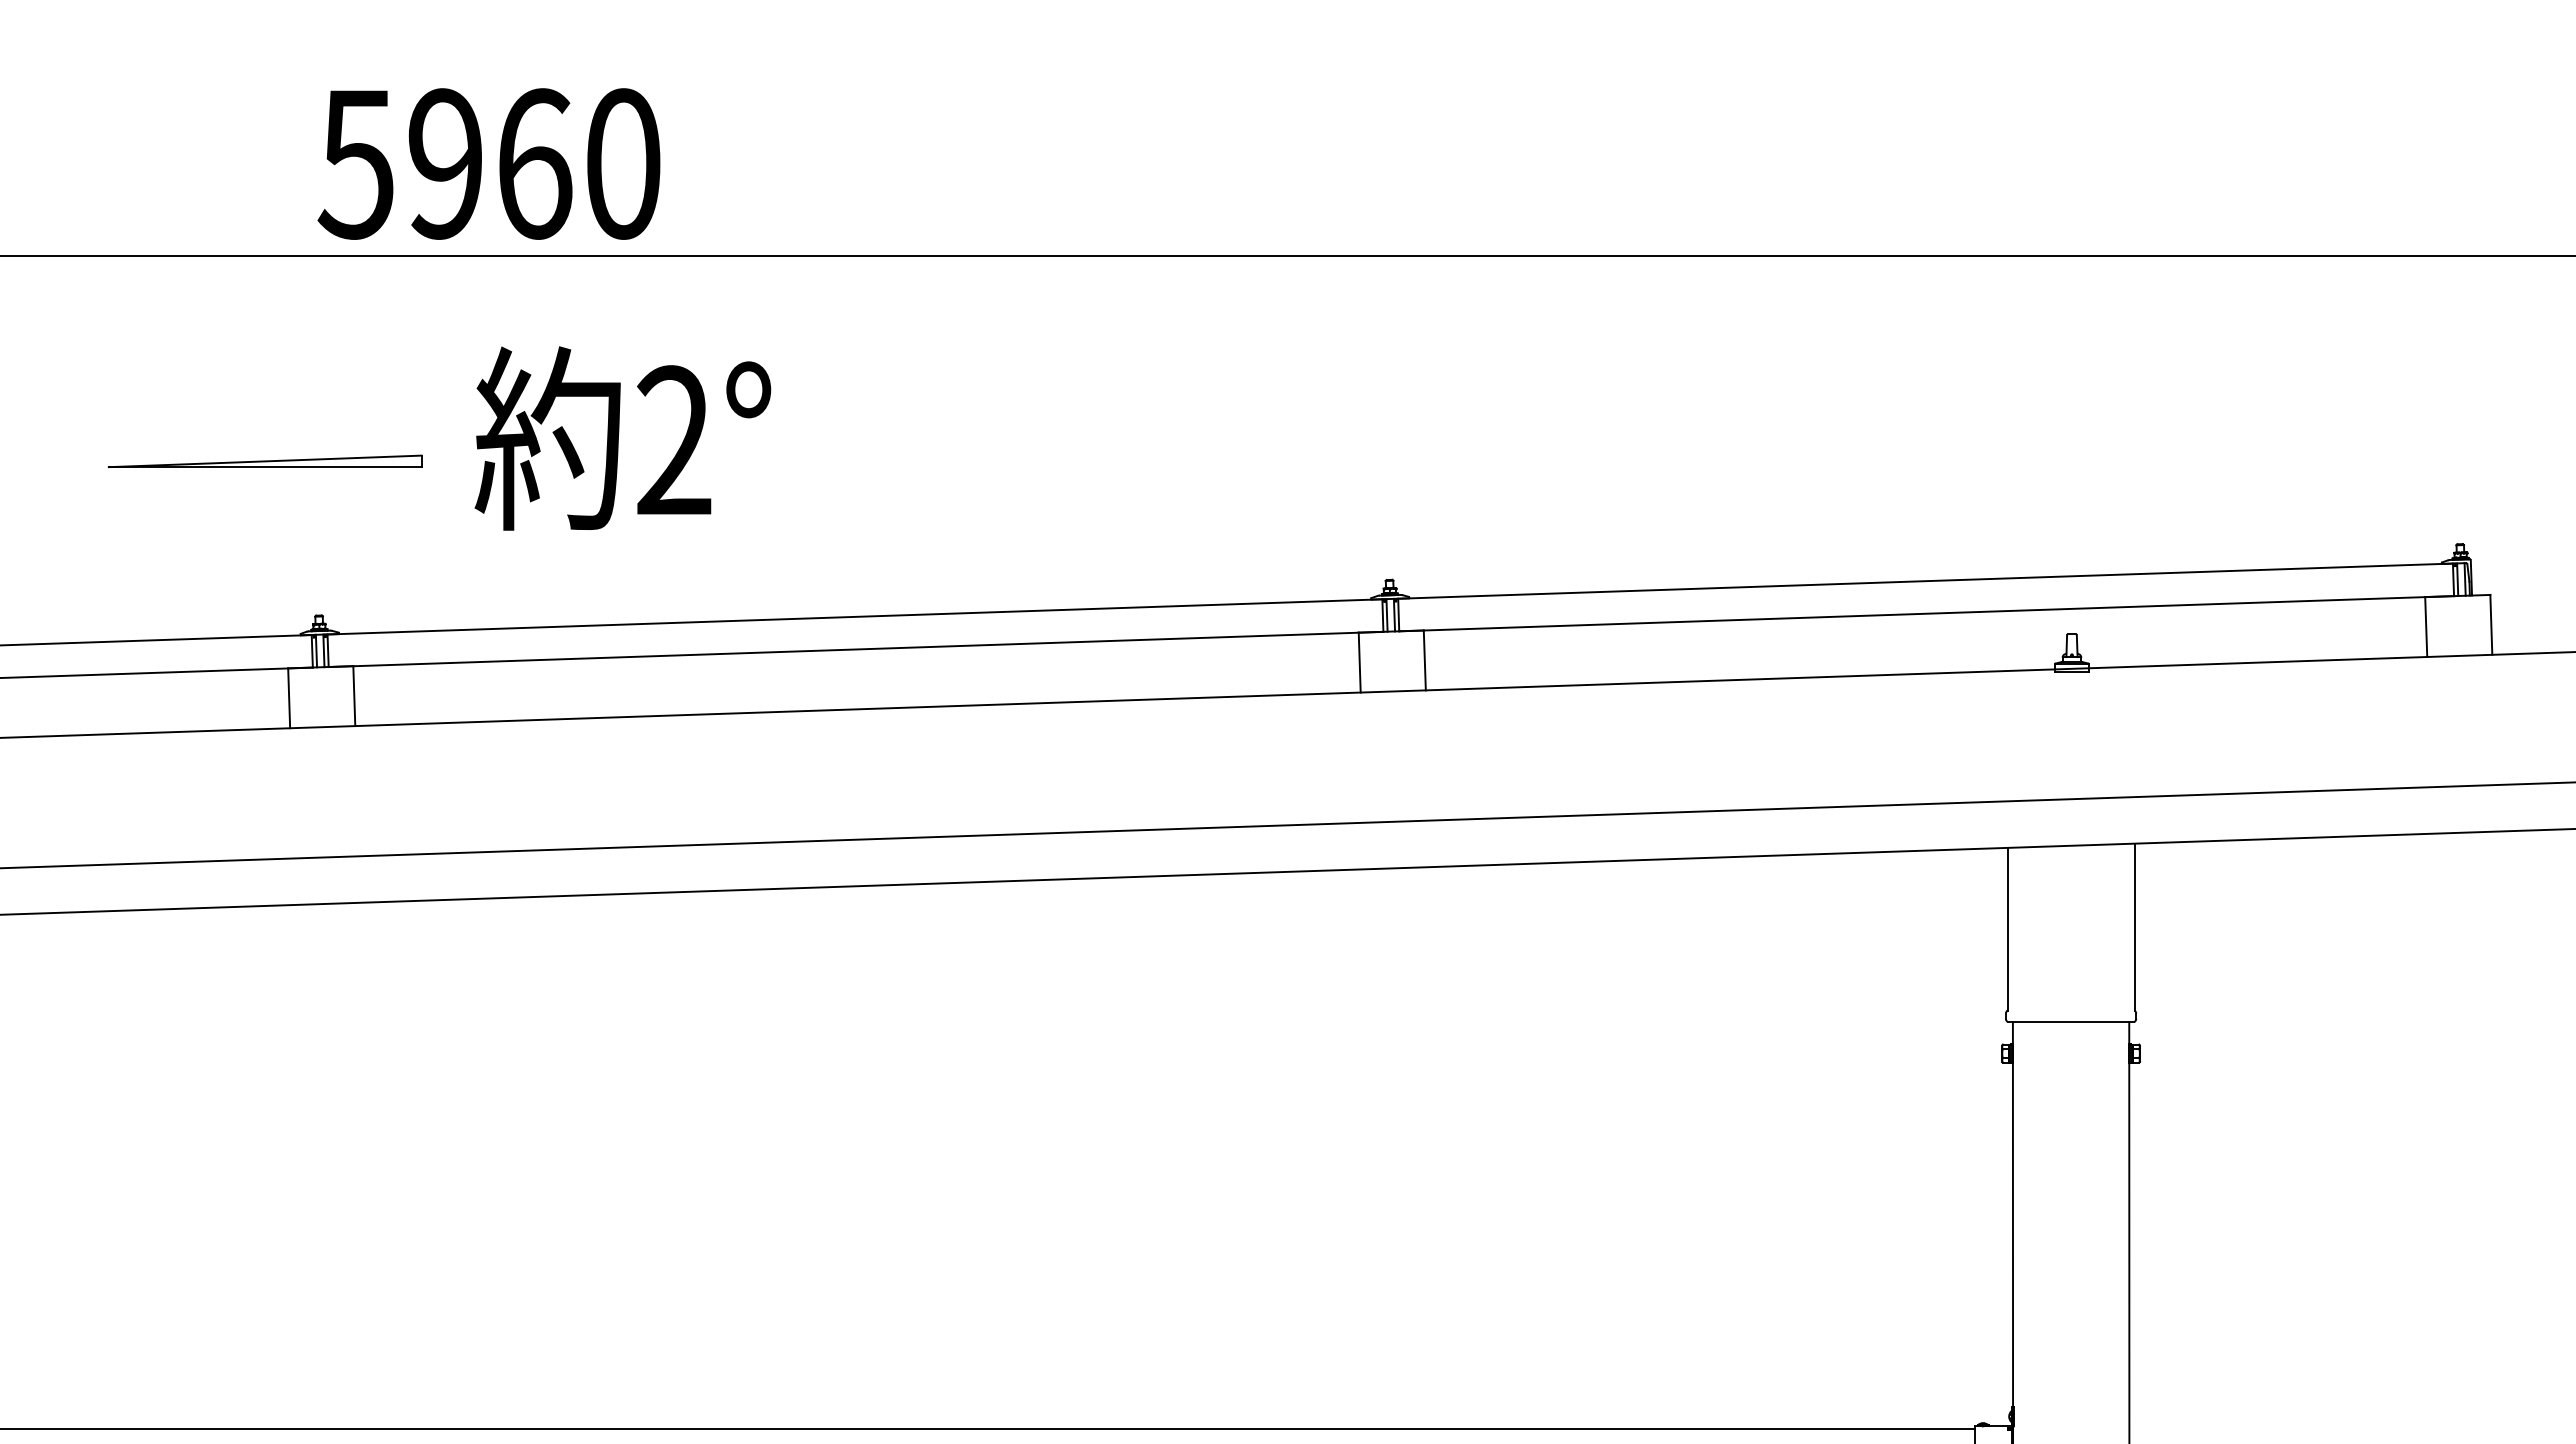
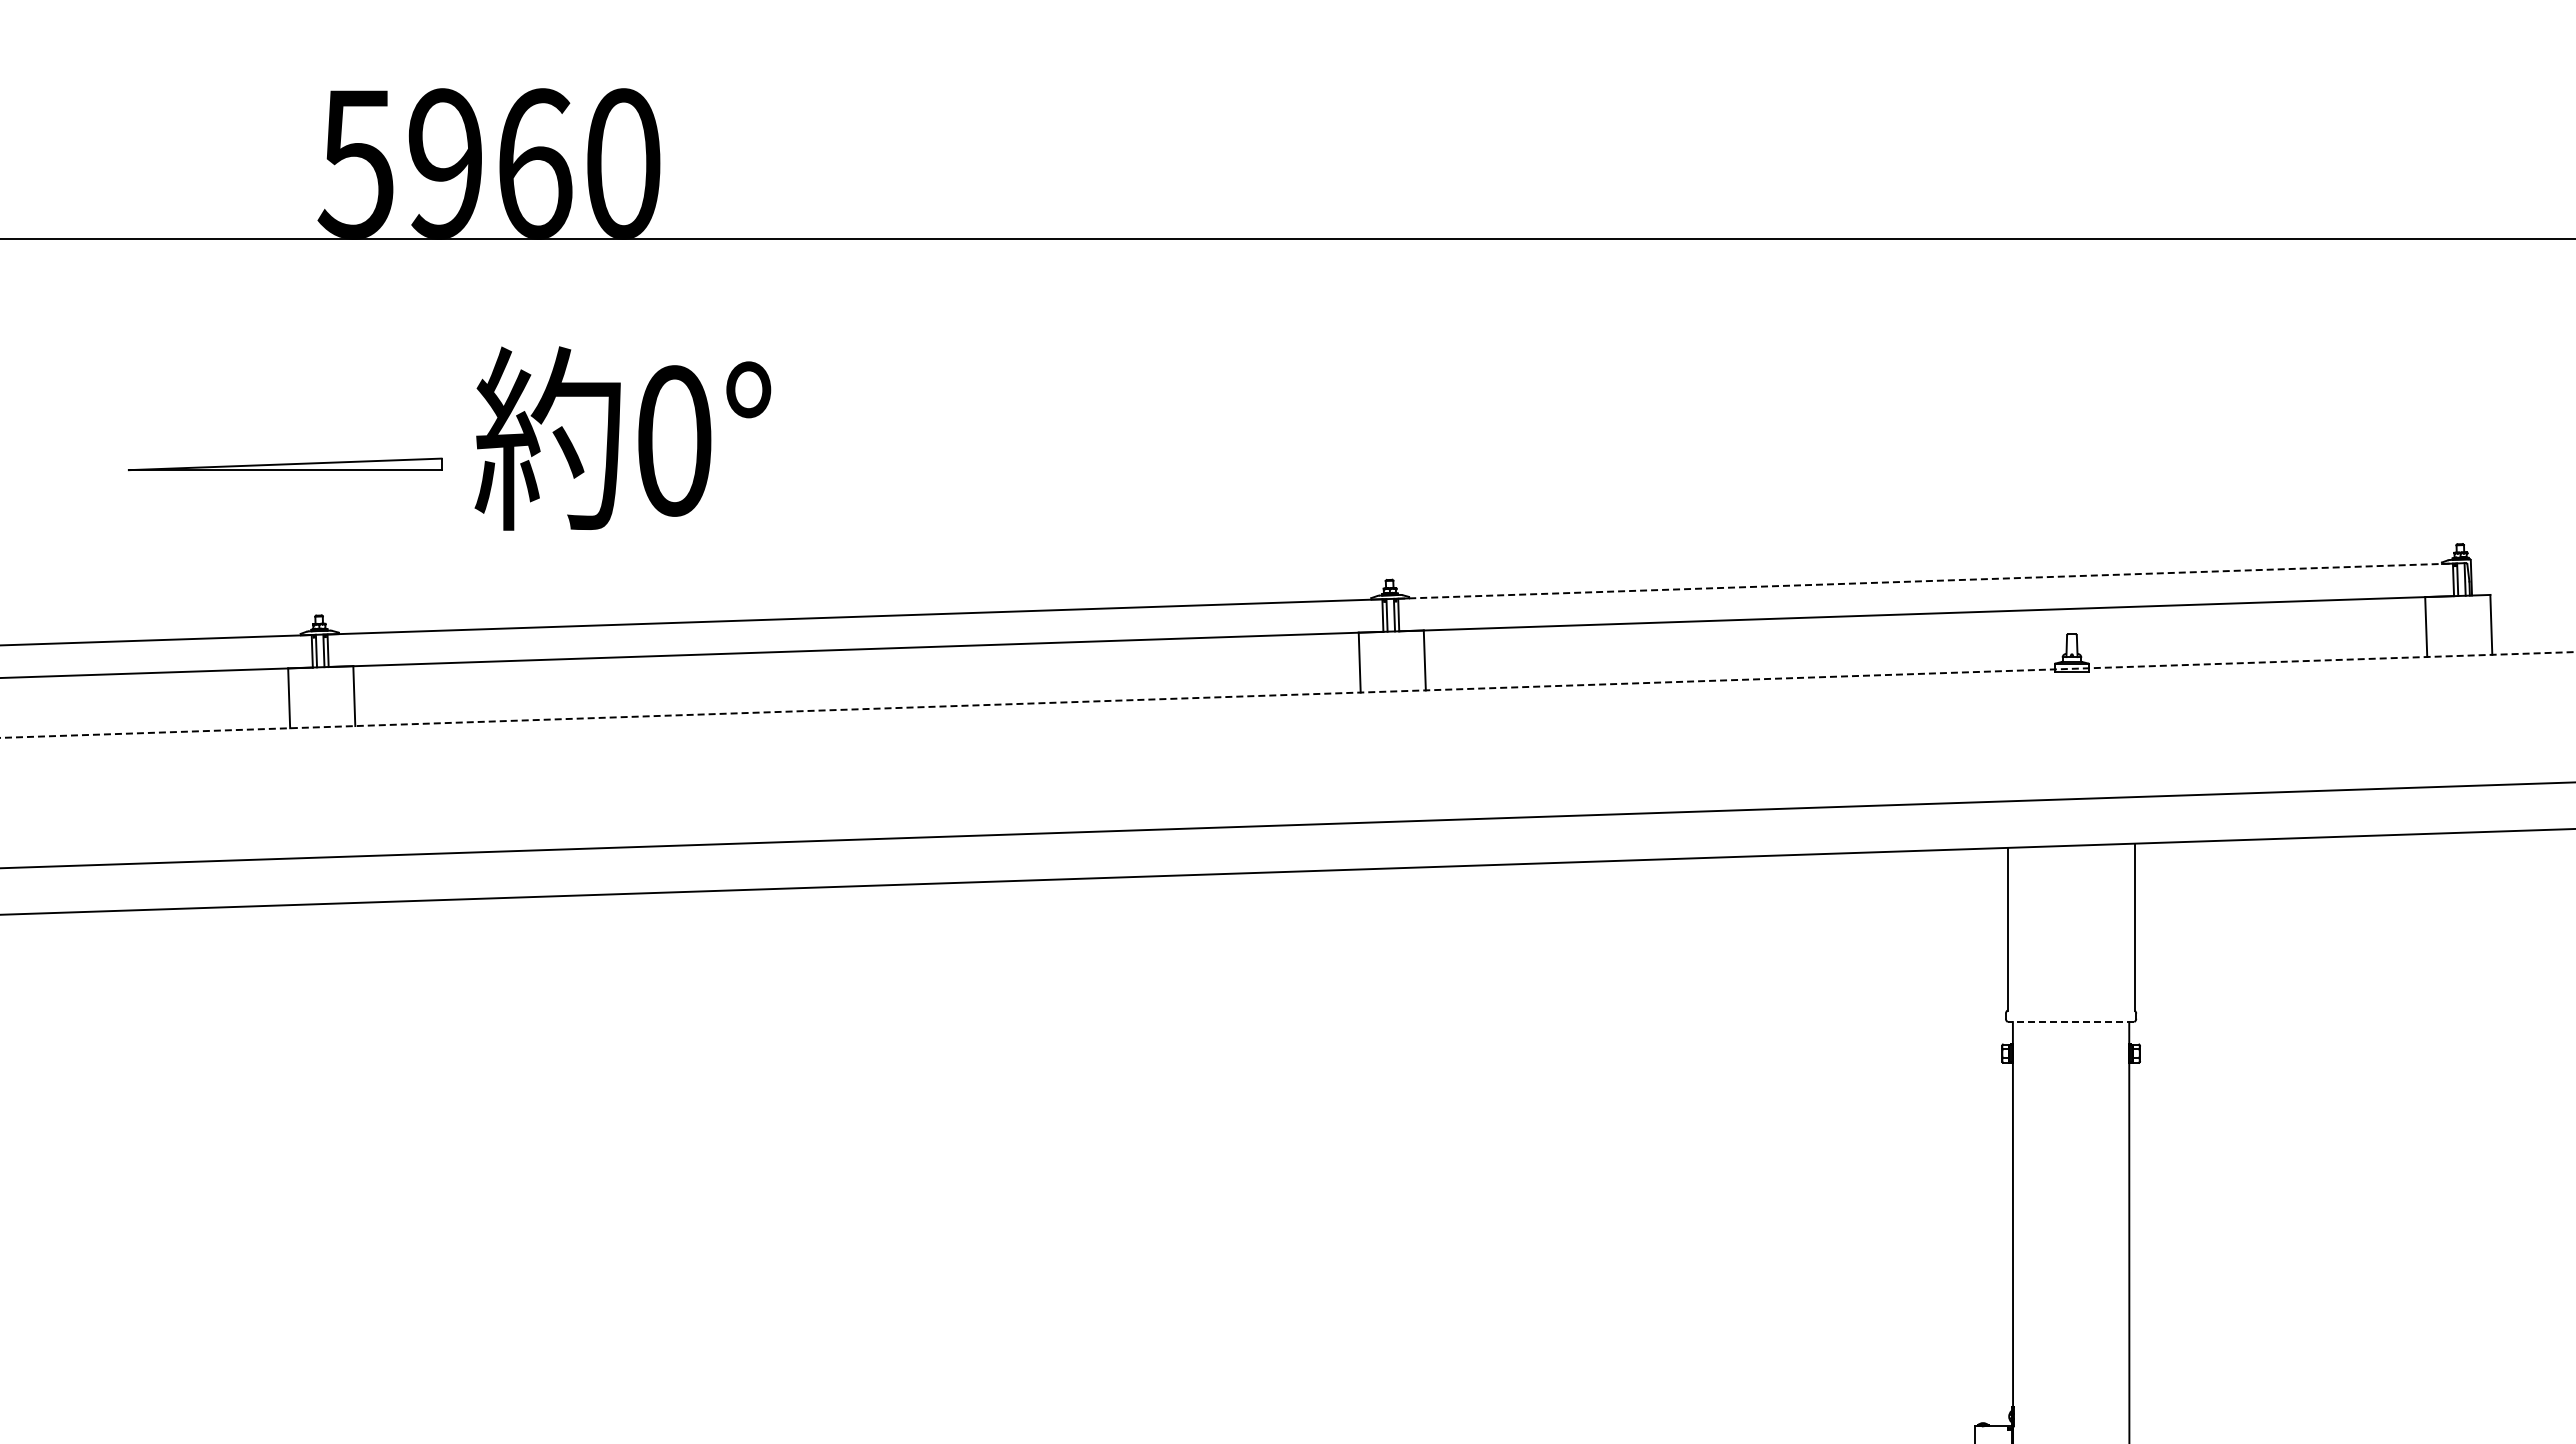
line at (1287, 255) position: (1287, 255) -> (1287, 238)
text at (674, 440): 2° -> 0°
part at (265, 461) position: (265, 461) -> (285, 464)
line at (1925, 581): solid -> dashed
line at (1287, 695): solid -> dashed
line at (2070, 1022): solid -> dashed
line at (988, 1428): present -> none
